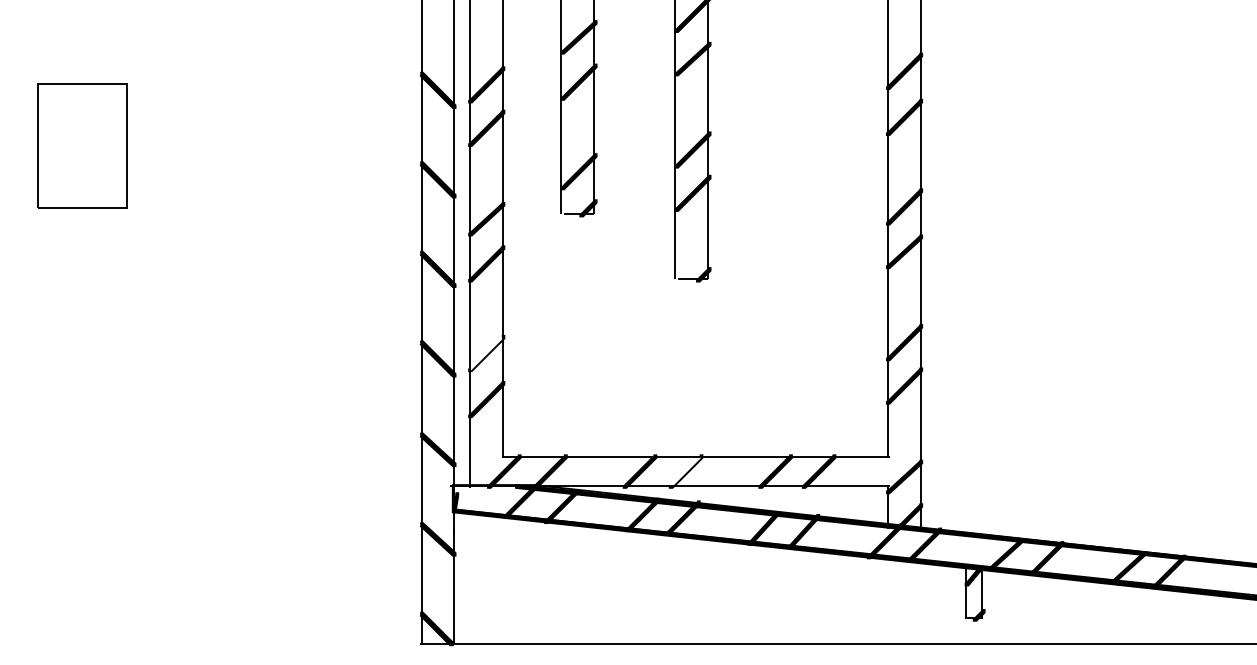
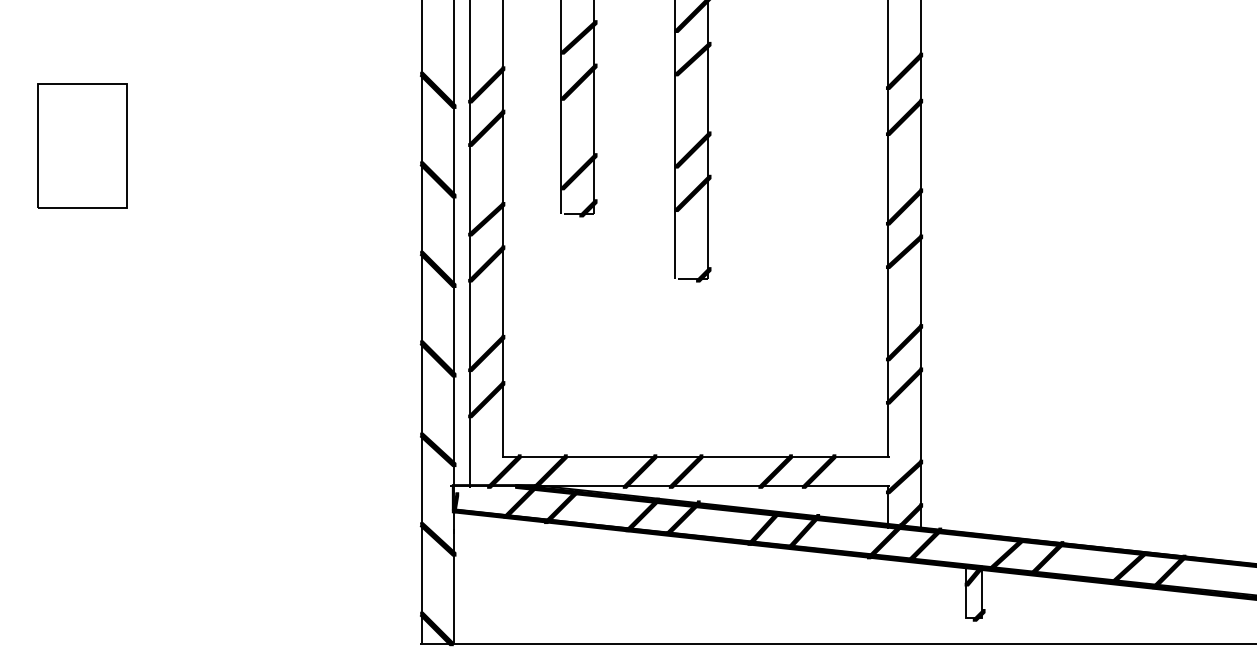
fill at (486, 353): none -> present
fill at (685, 471): none -> present
